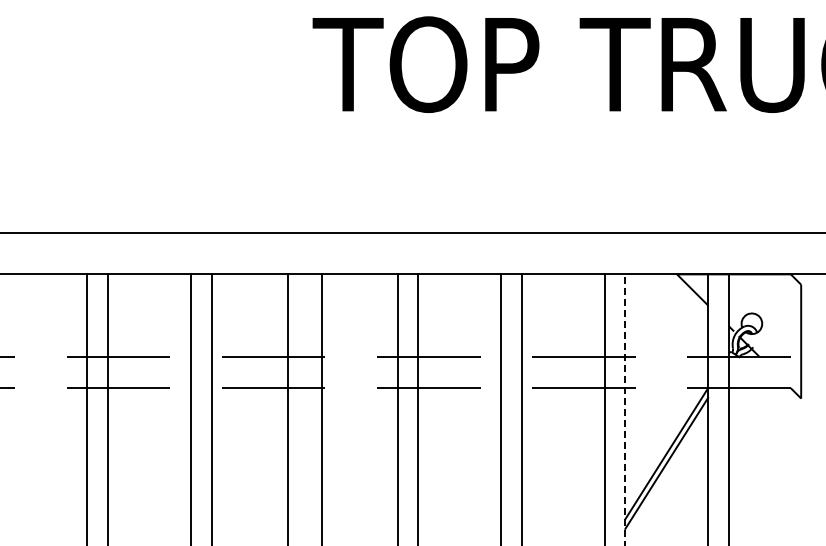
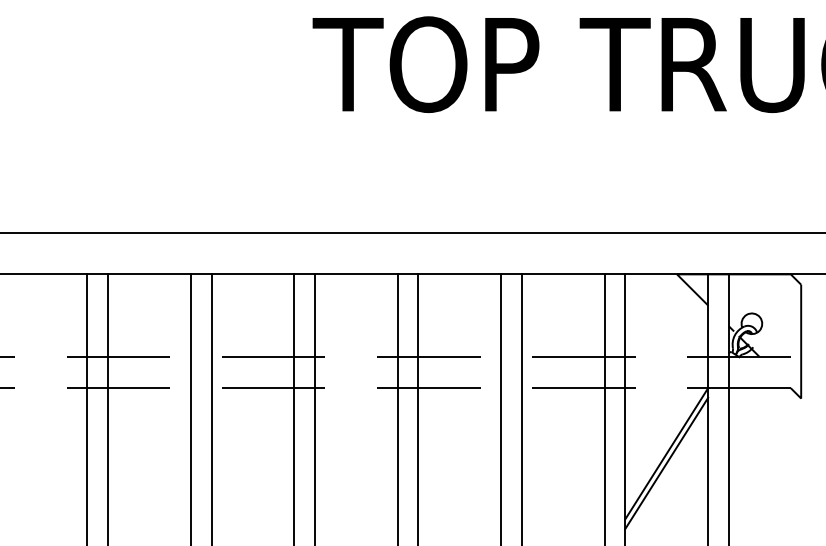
line at (288, 408) position: (288, 408) -> (294, 408)
line at (322, 408) position: (322, 408) -> (315, 408)
line at (625, 409): dashed -> solid
